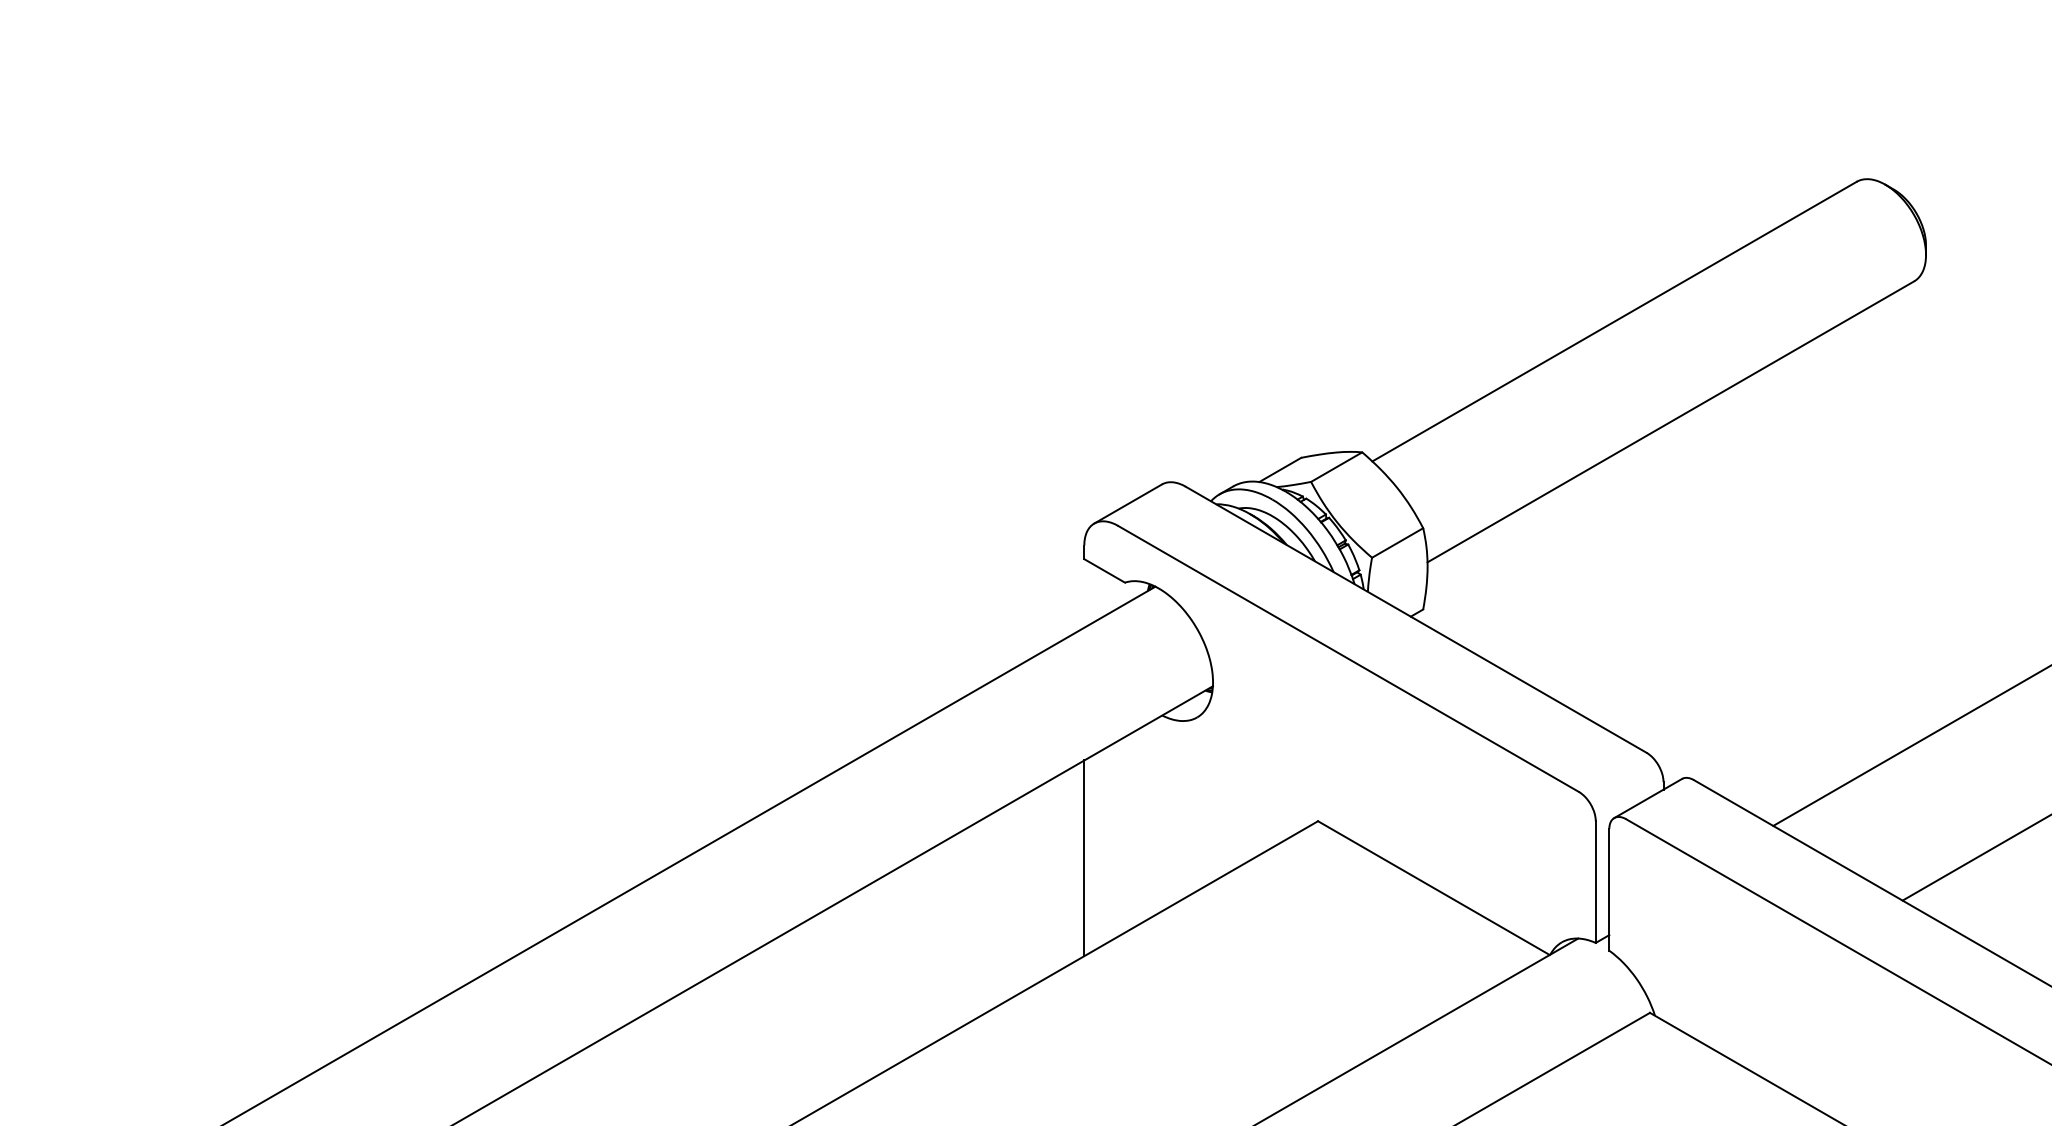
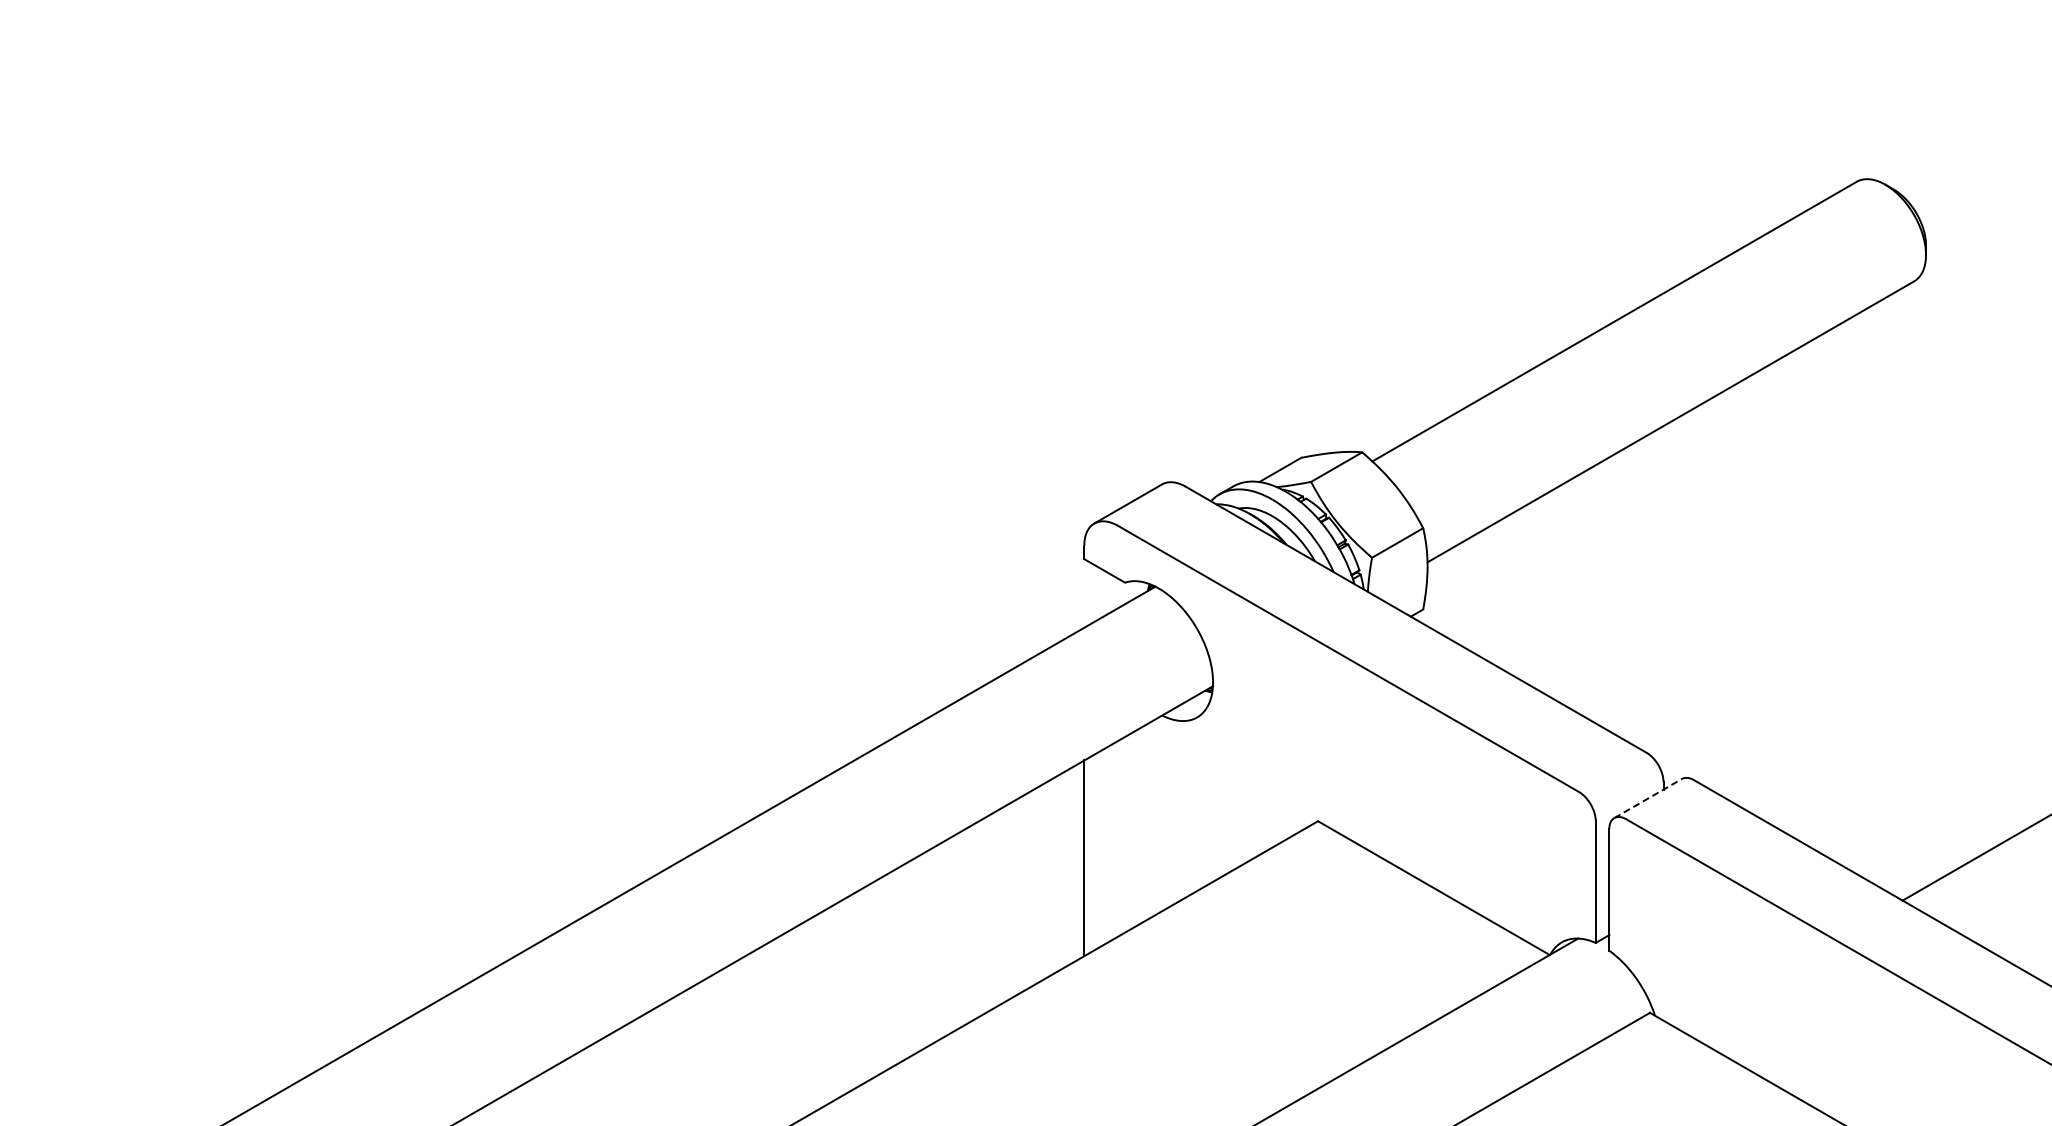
line at (1910, 745): present -> none
line at (1648, 798): solid -> dashed
